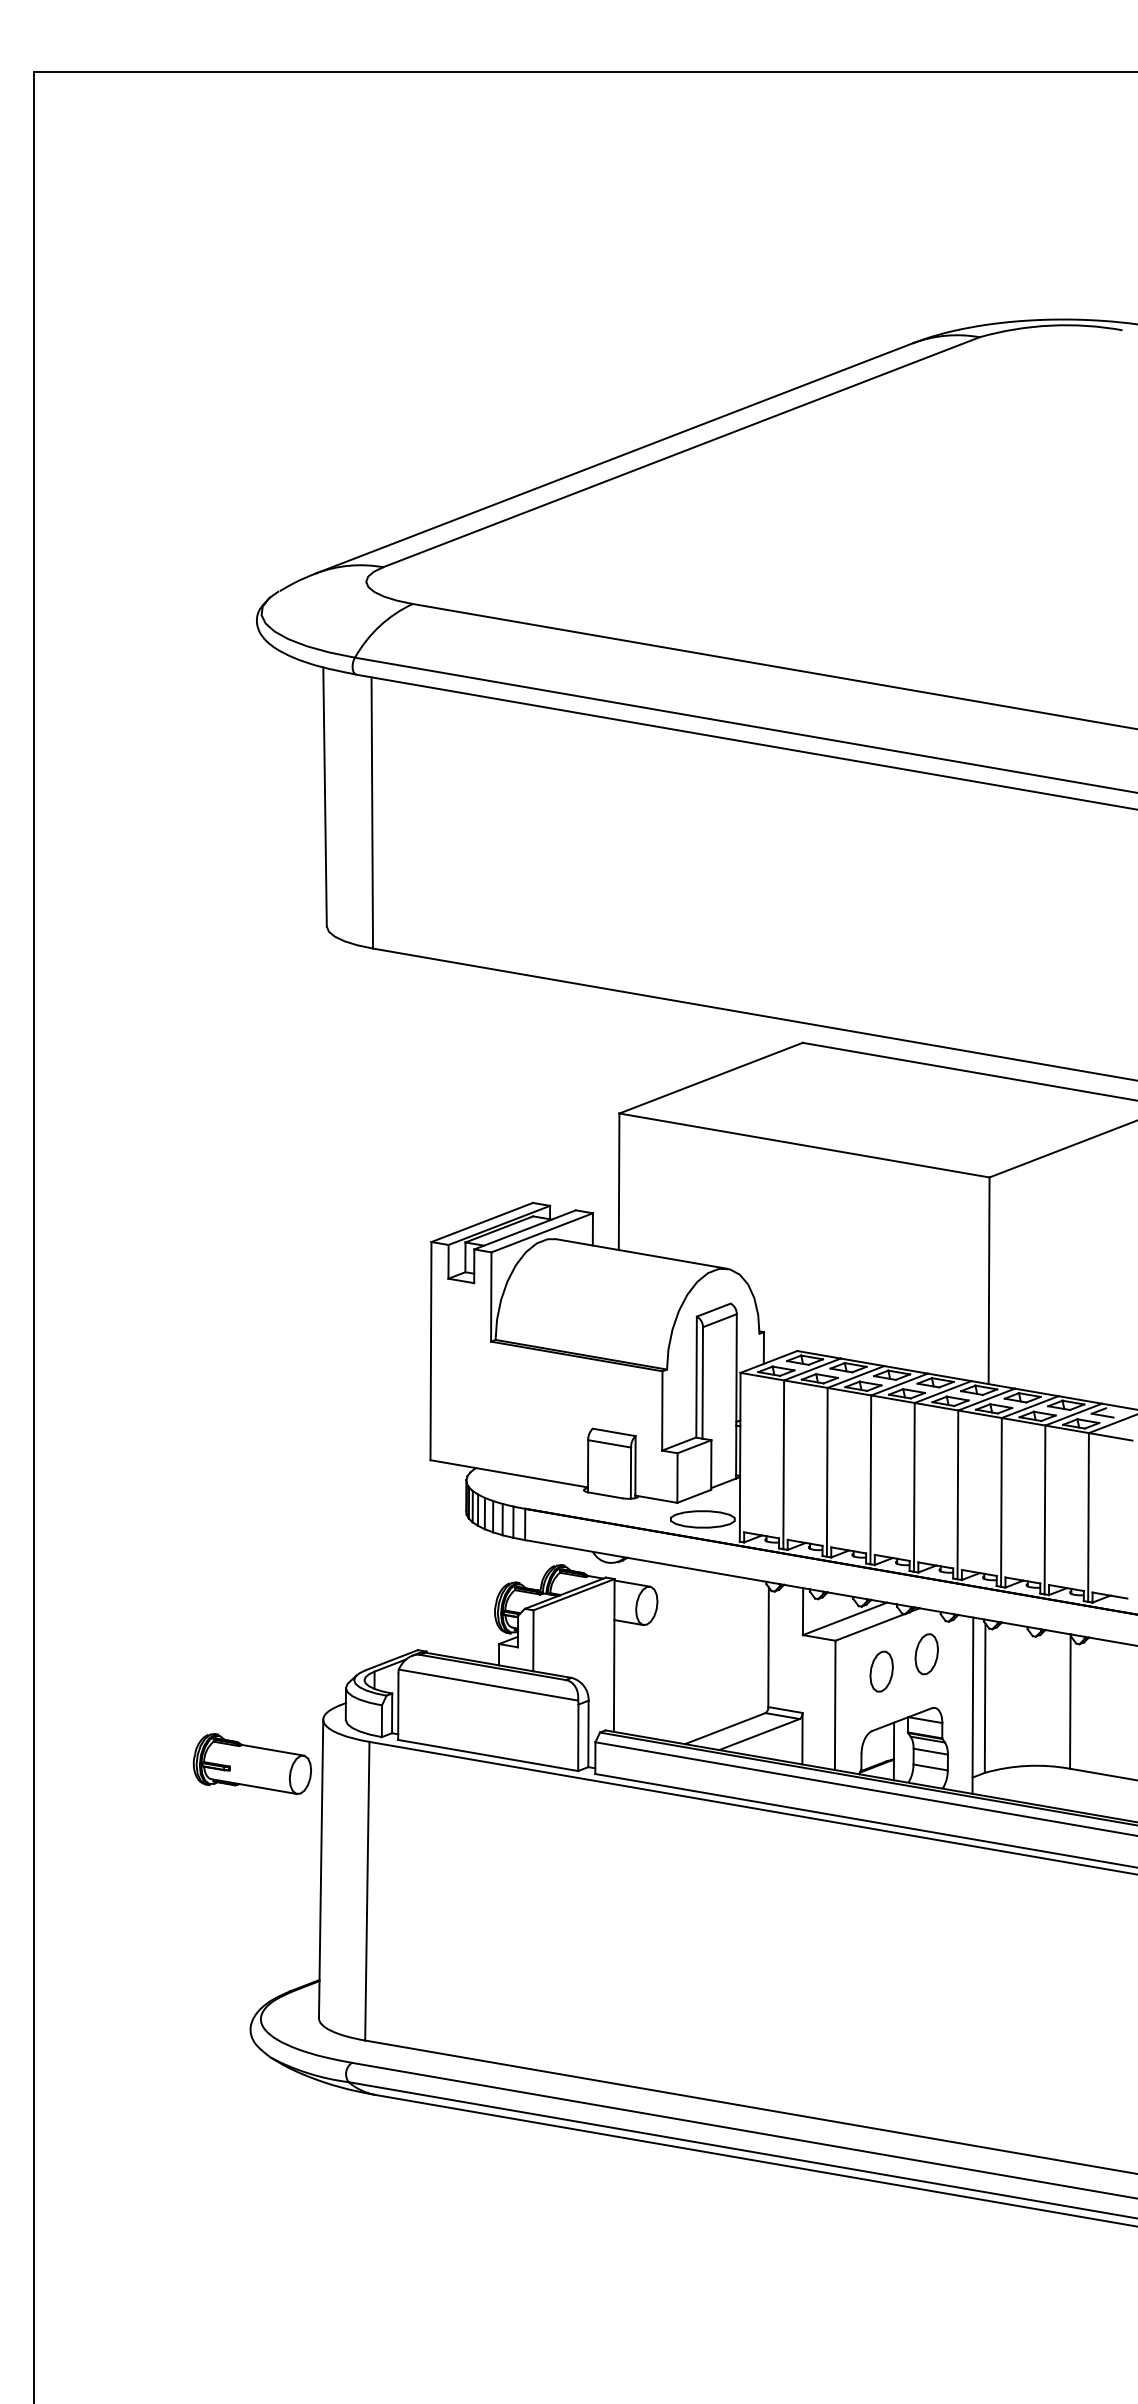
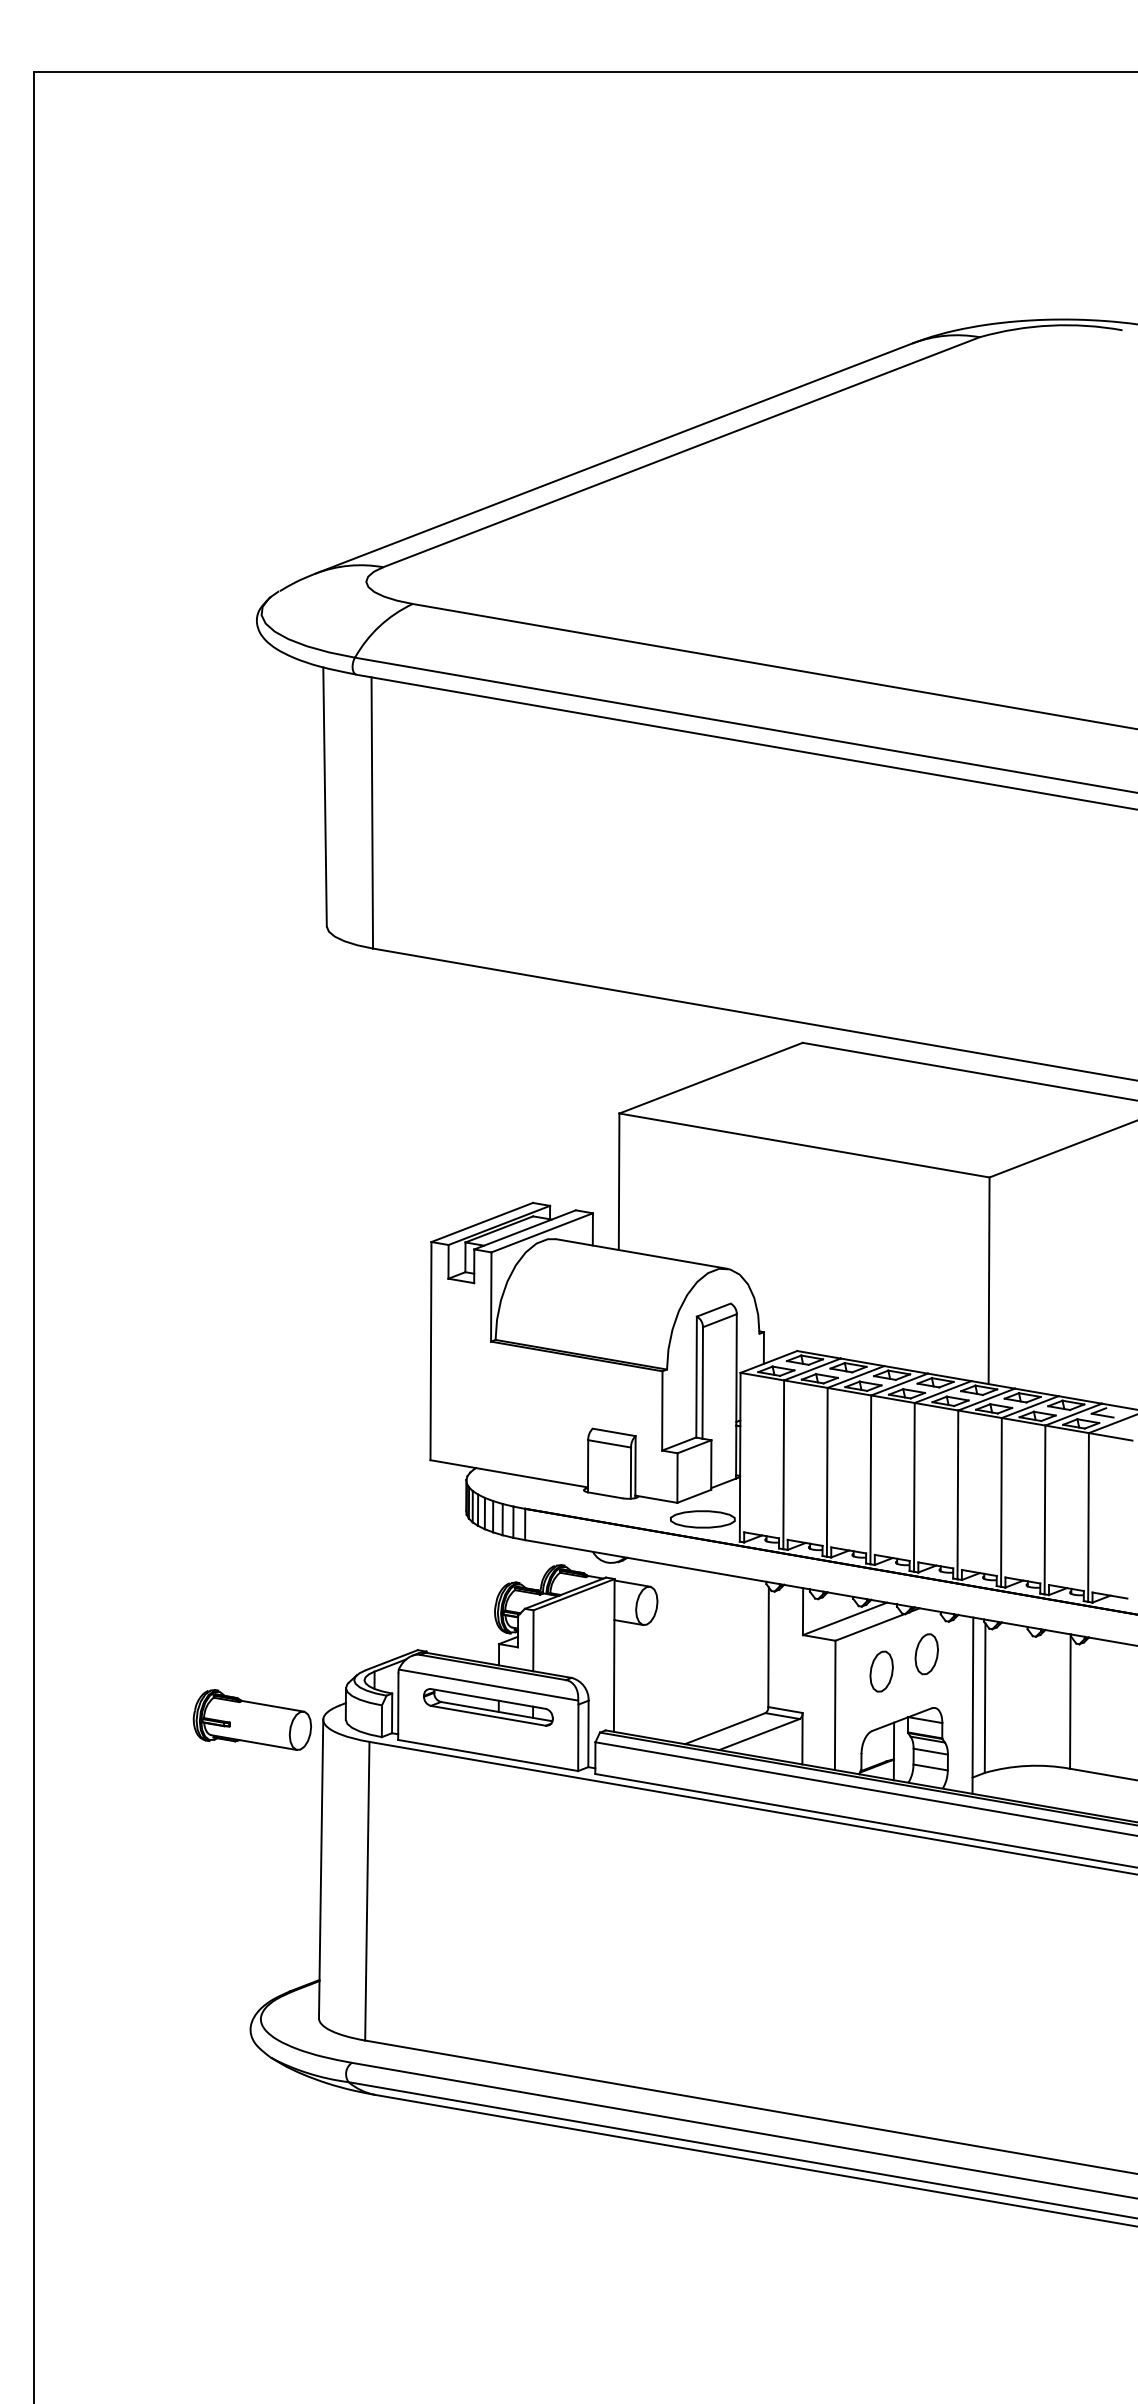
part at (488, 1707): none -> present
part at (252, 1763) position: (252, 1763) -> (252, 1719)
